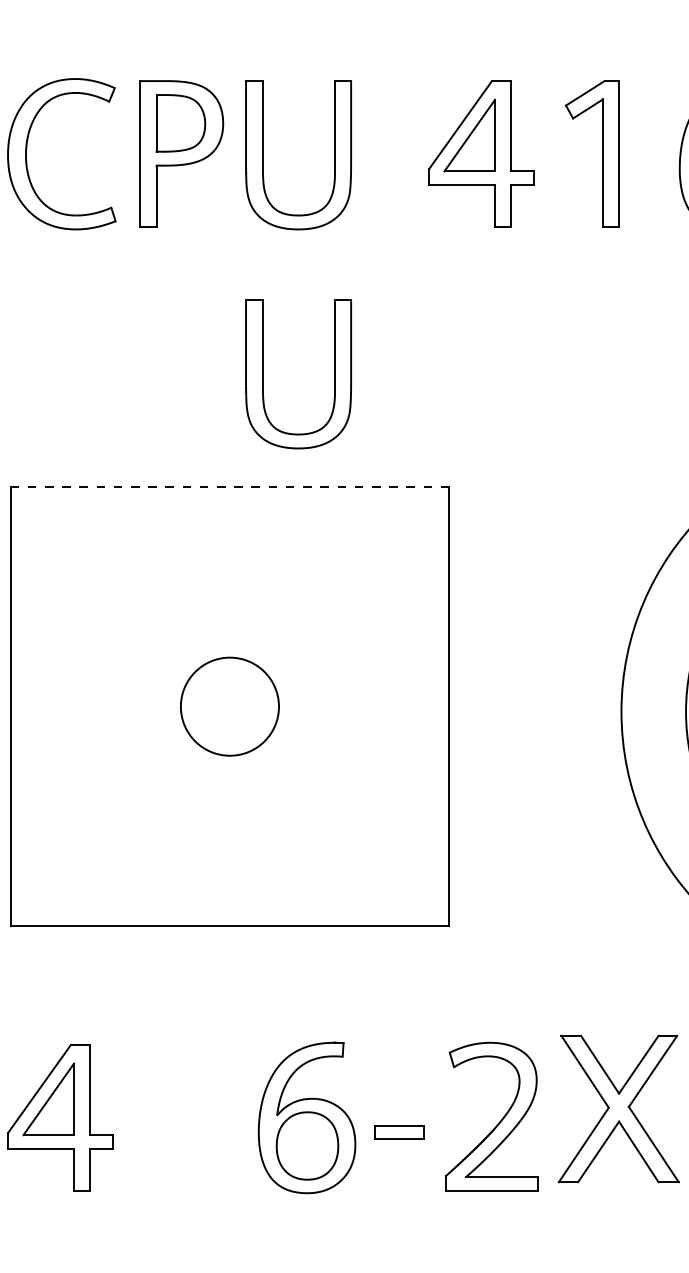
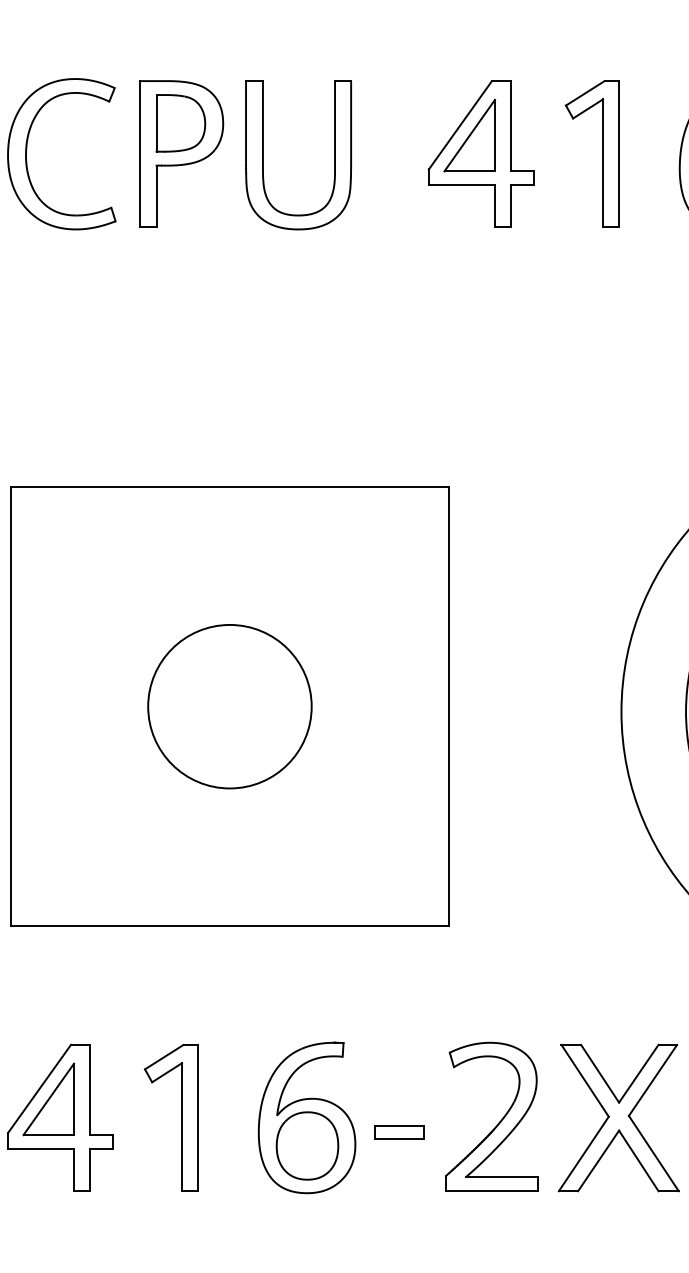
part at (263, 374): present -> none
line at (230, 487): dashed -> solid
circle at (229, 706) diameter: 98 px -> 163 px
part at (618, 1108) position: (618, 1108) -> (618, 1117)
part at (181, 1117): none -> present
